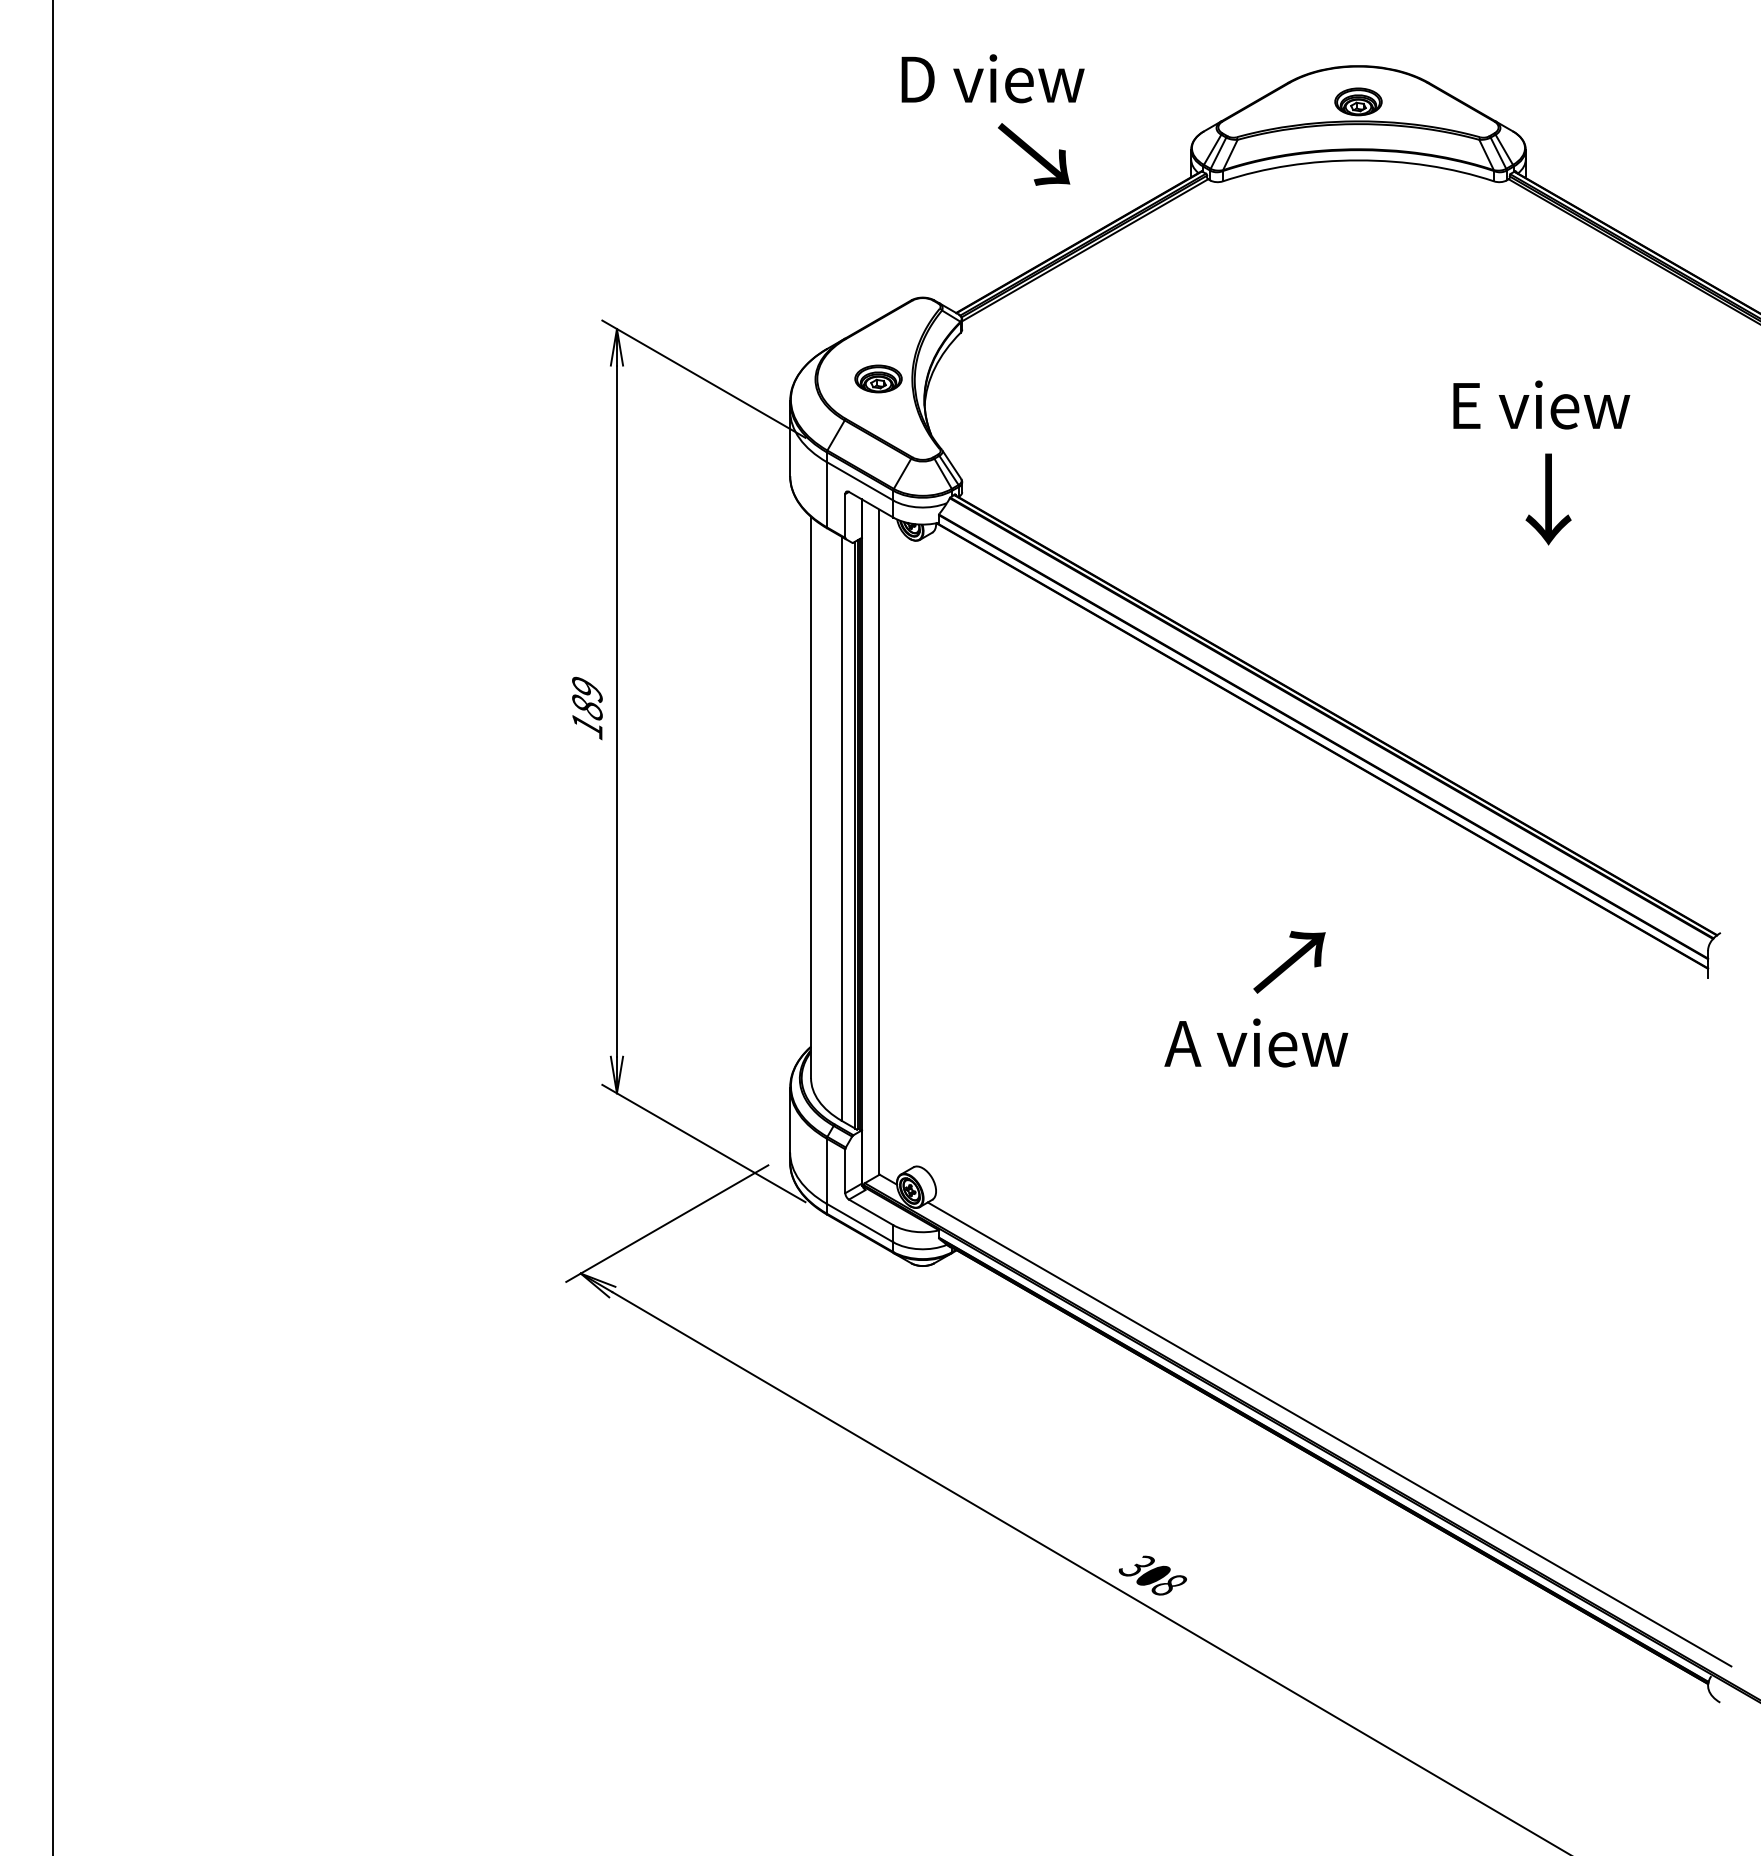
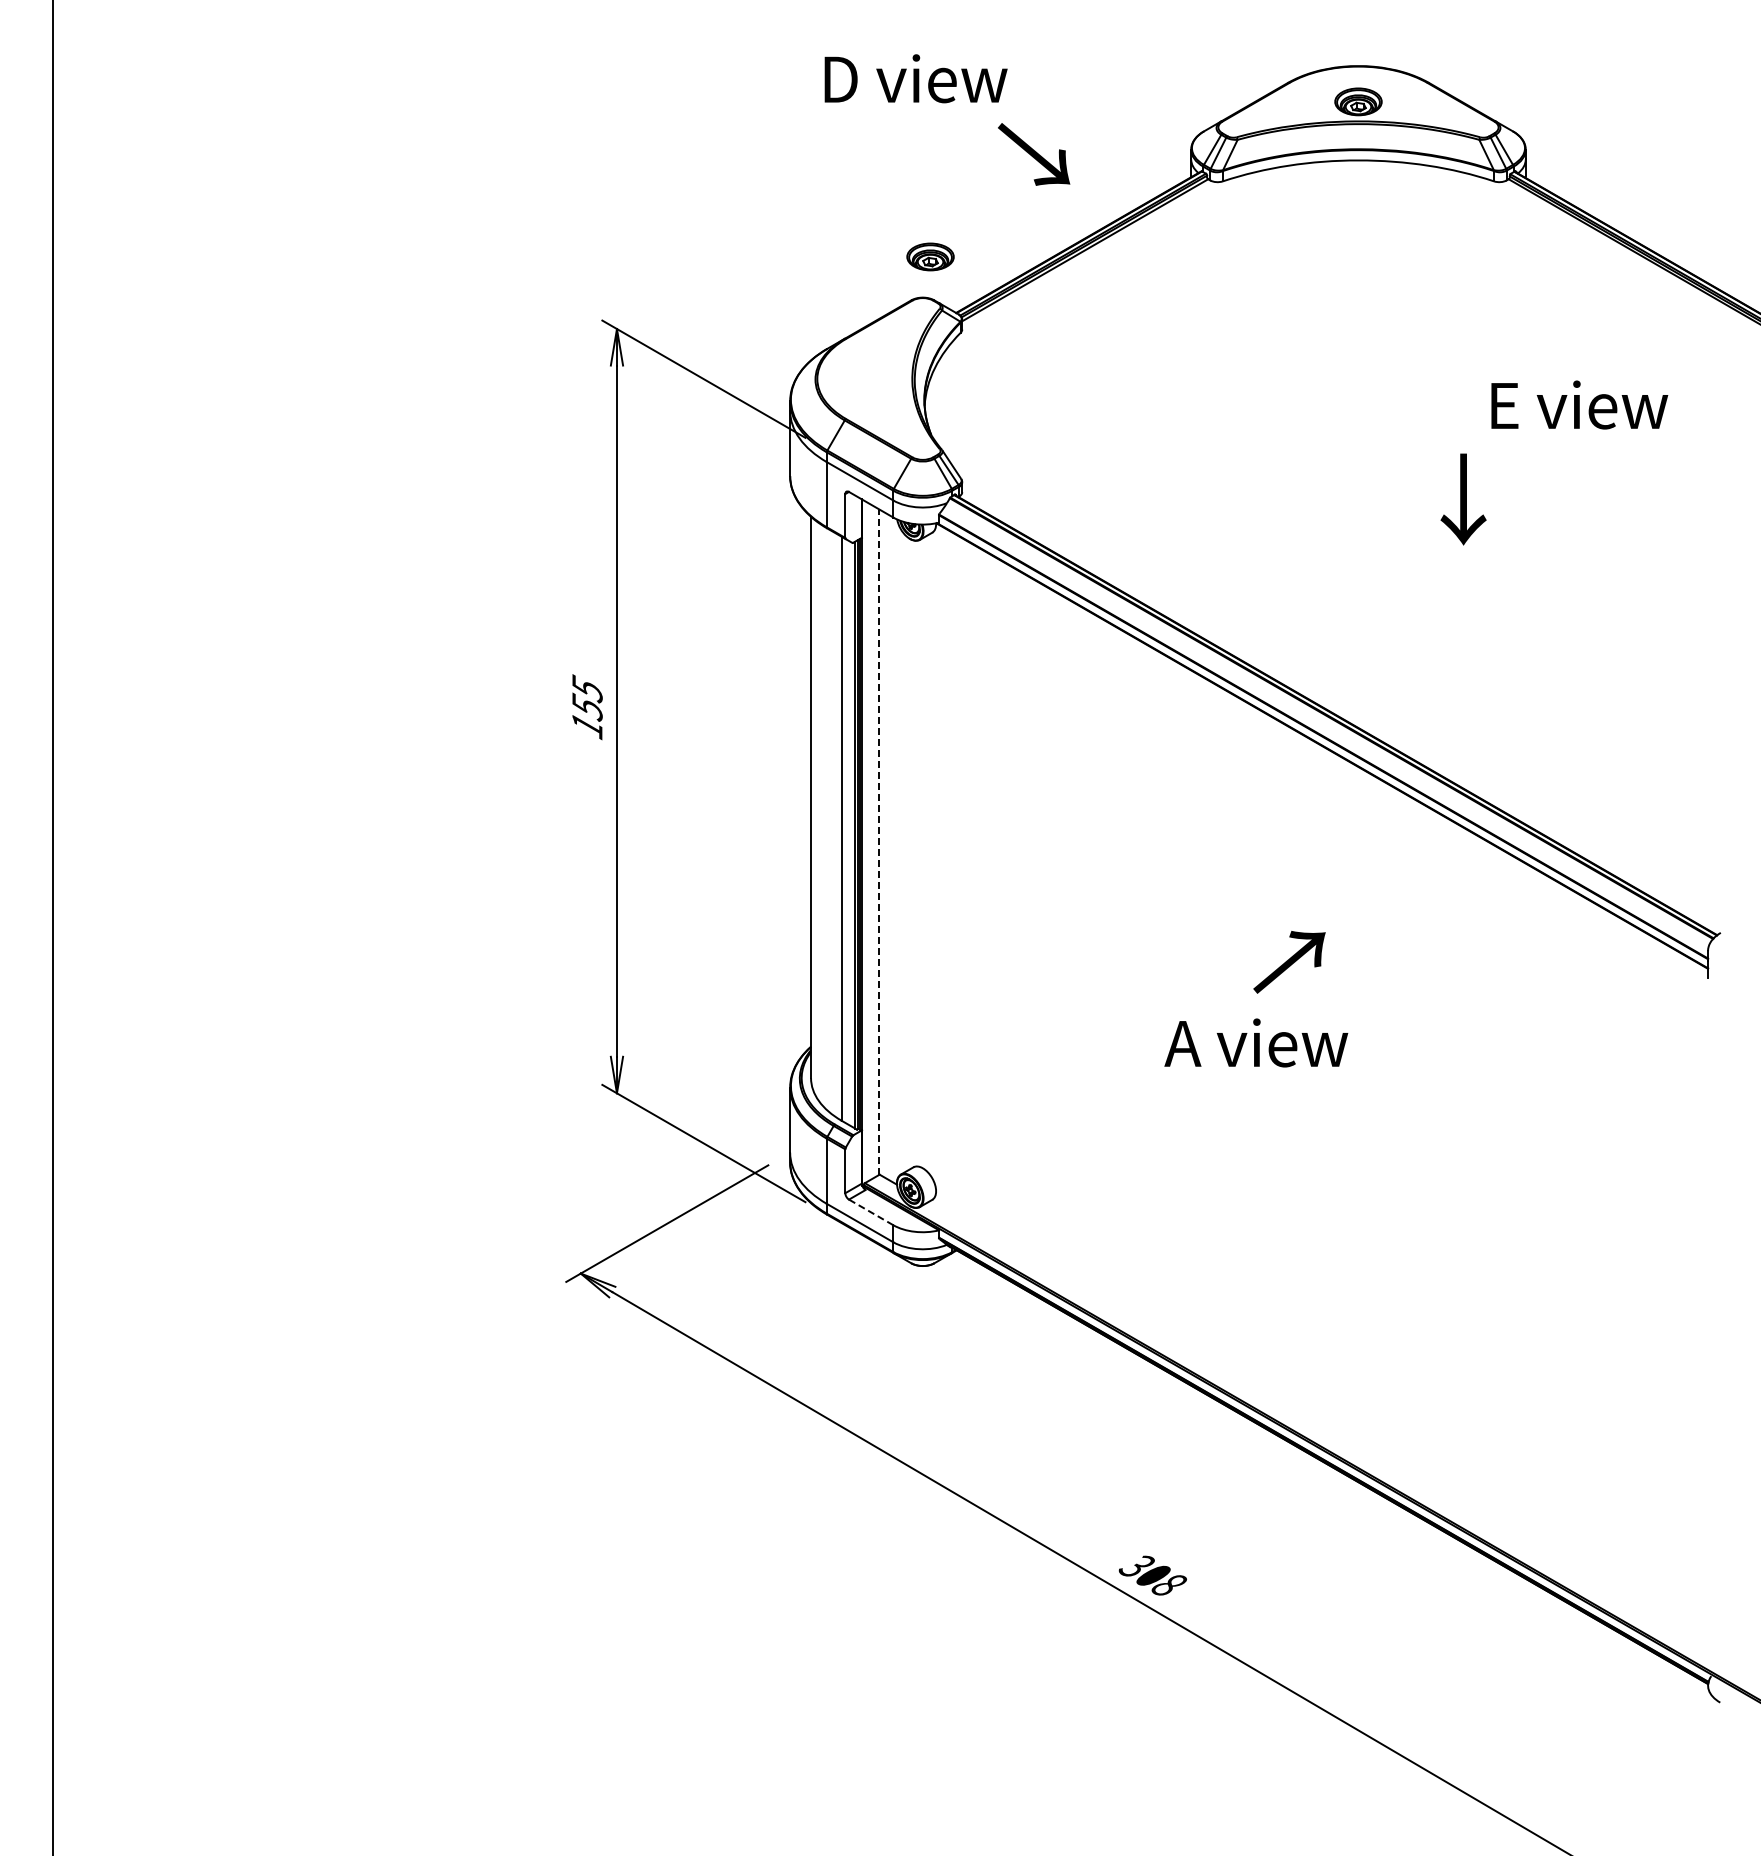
text at (992, 78) position: (992, 78) -> (915, 78)
part at (878, 378) position: (878, 378) -> (930, 256)
text at (1541, 404) position: (1541, 404) -> (1579, 404)
text at (1548, 499) position: (1548, 499) -> (1463, 499)
text at (587, 697): 189 -> 155
line at (879, 842): solid -> dashed
line at (871, 1212): solid -> dashed
line at (1329, 1434): present -> none
